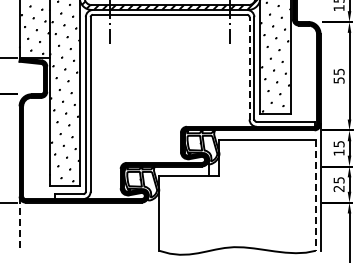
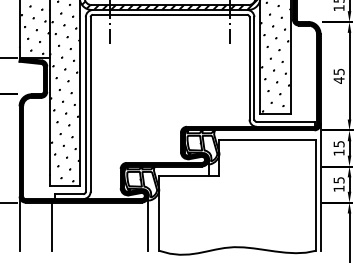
line at (249, 67): dashed -> solid
text at (338, 80): 55 -> 45
text at (338, 188): 25 -> 15
line at (315, 195): dashed -> solid
line at (148, 223): none -> present
line at (19, 224): dashed -> solid
line at (52, 226): none -> present
